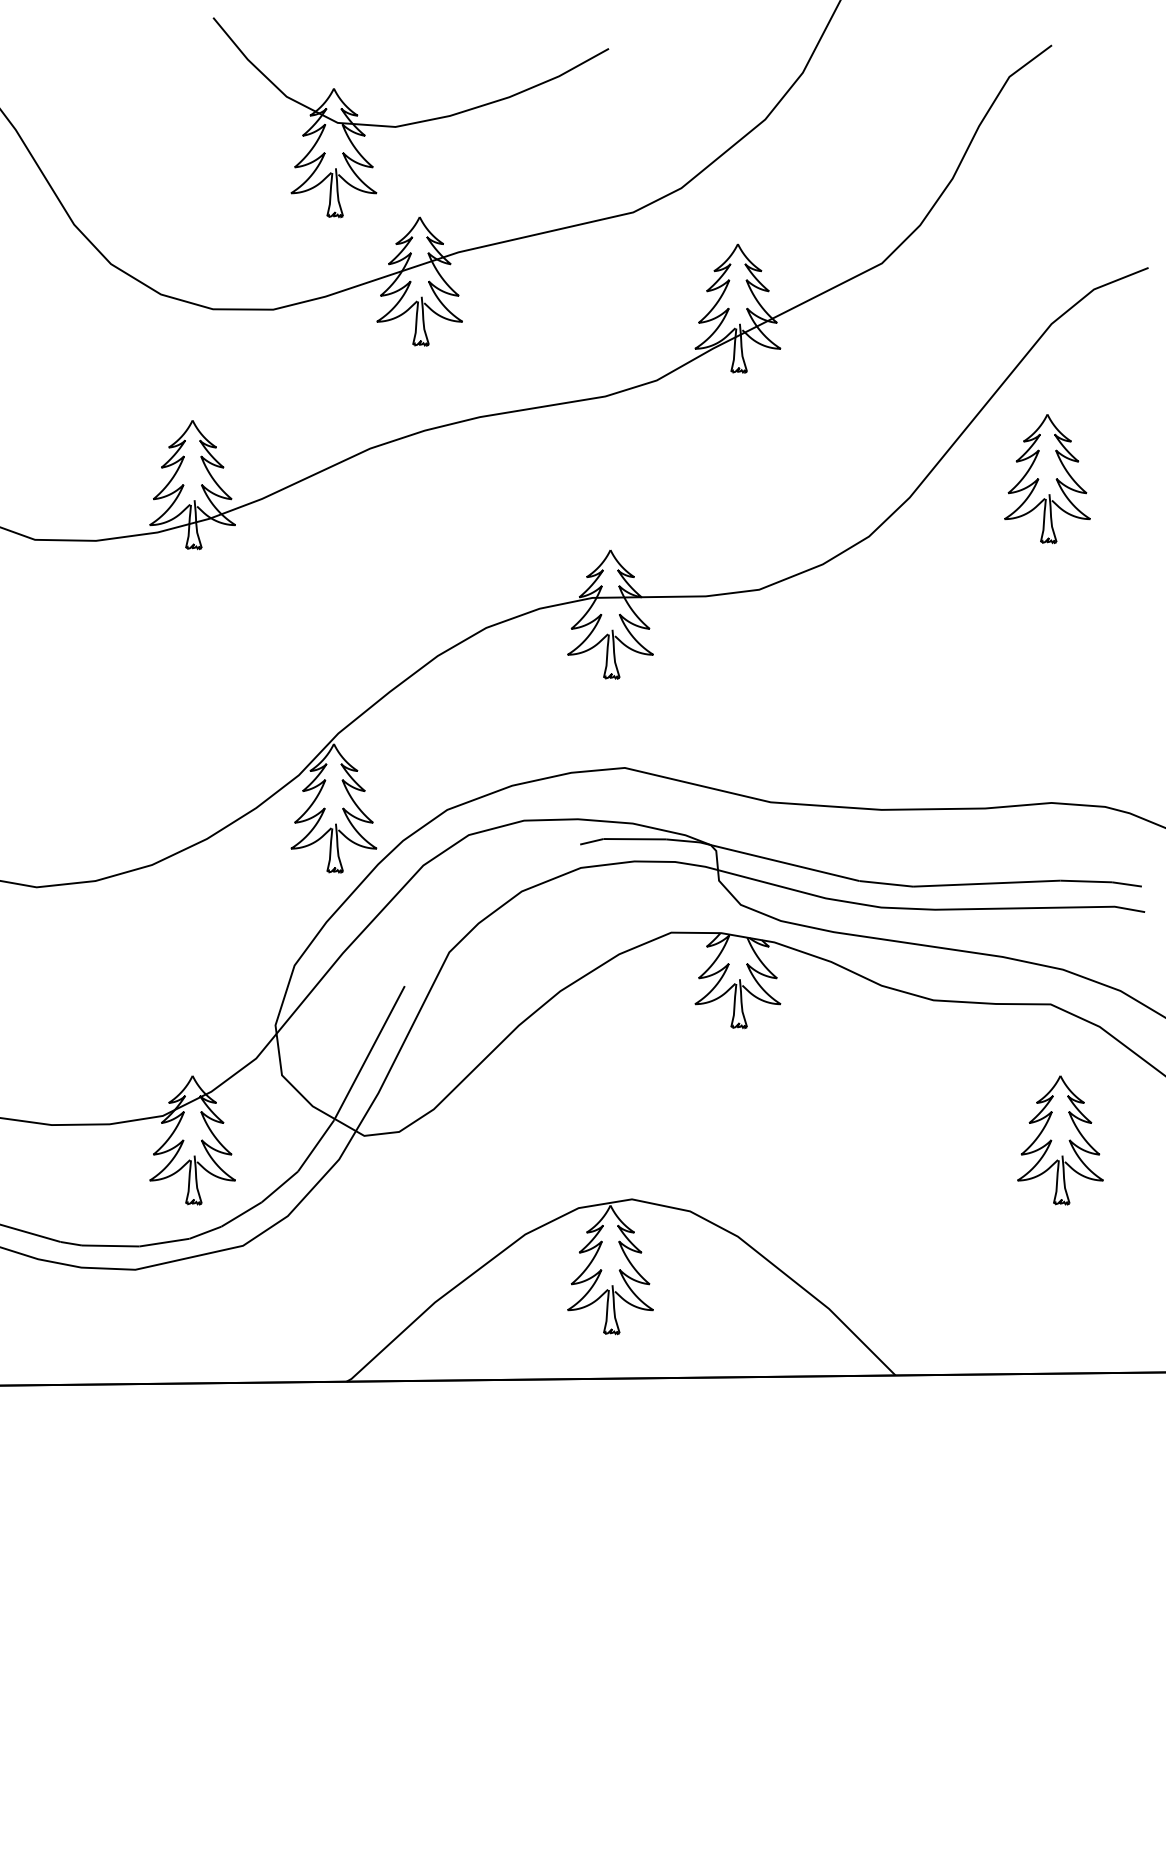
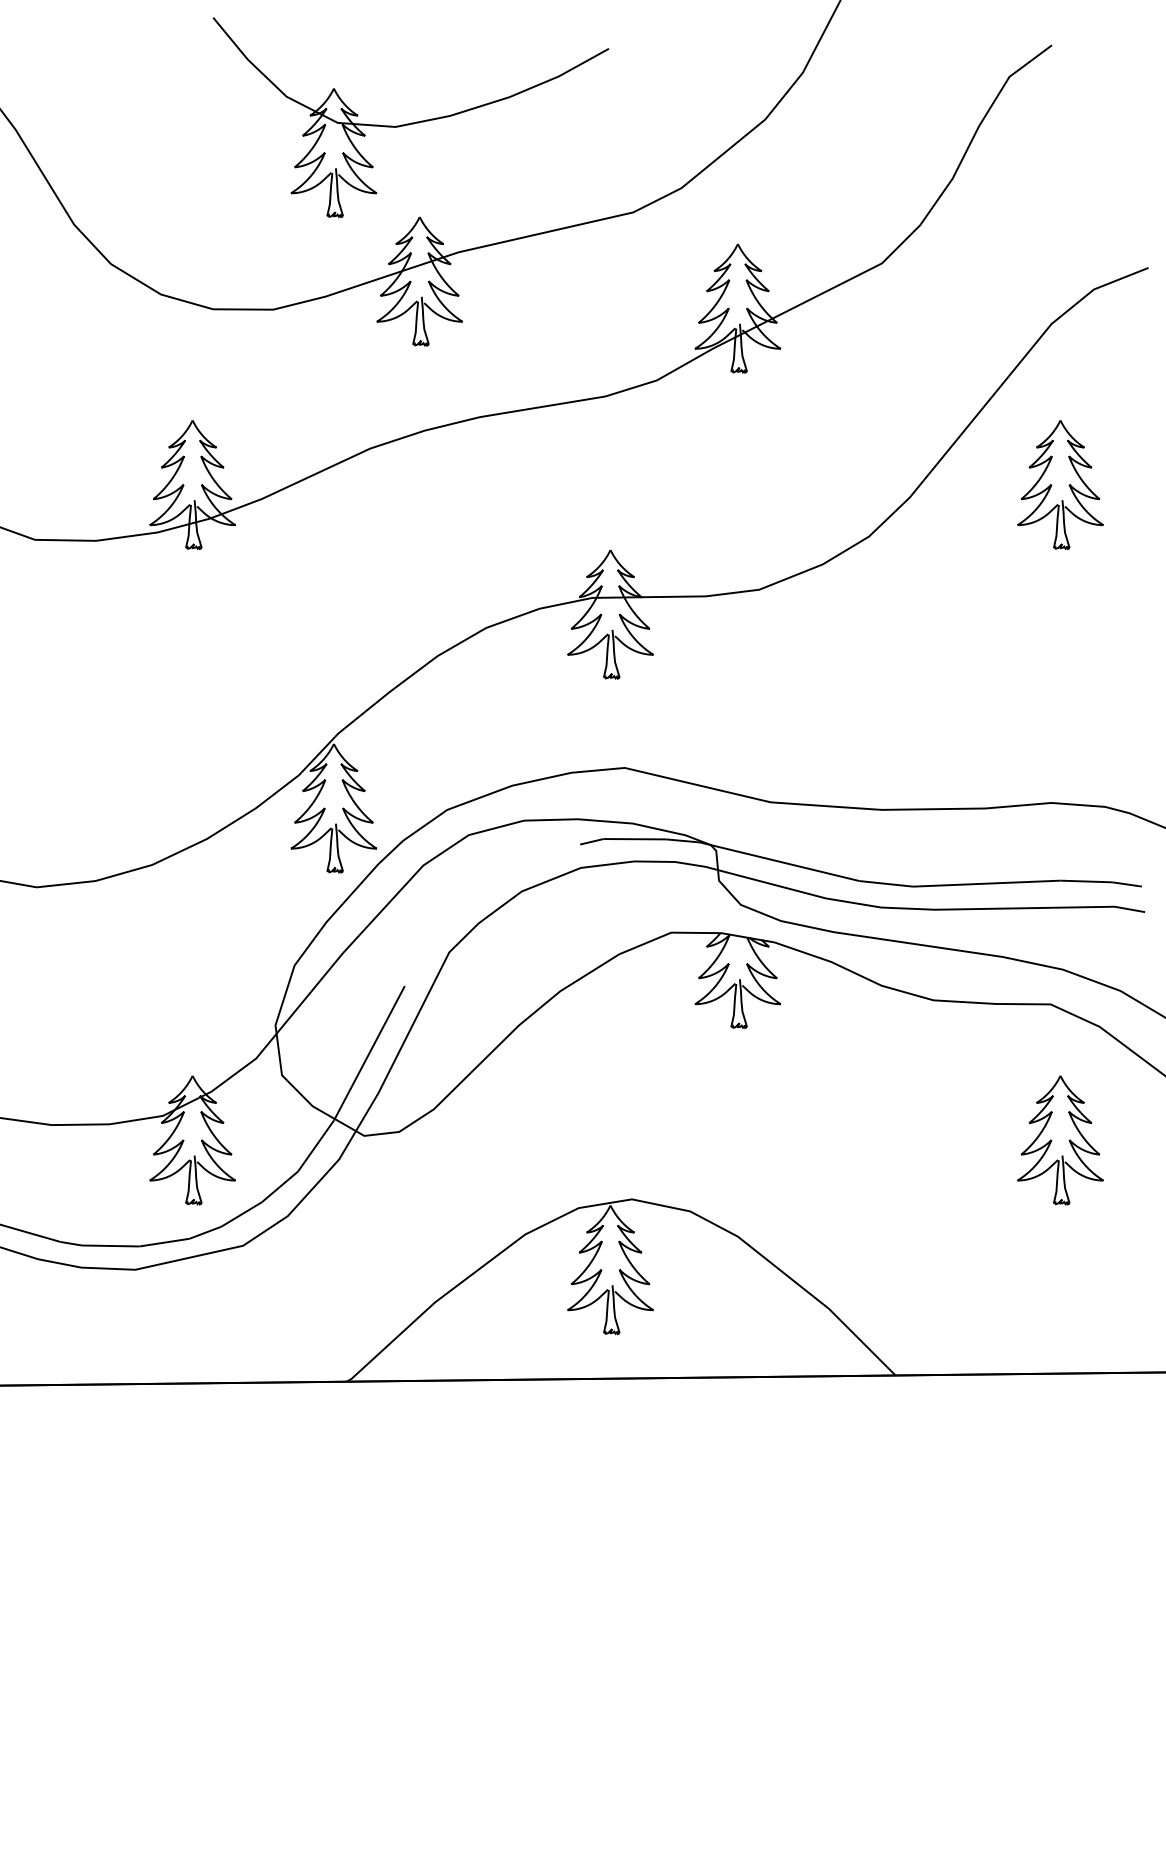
part at (1047, 479) position: (1047, 479) -> (1060, 485)
